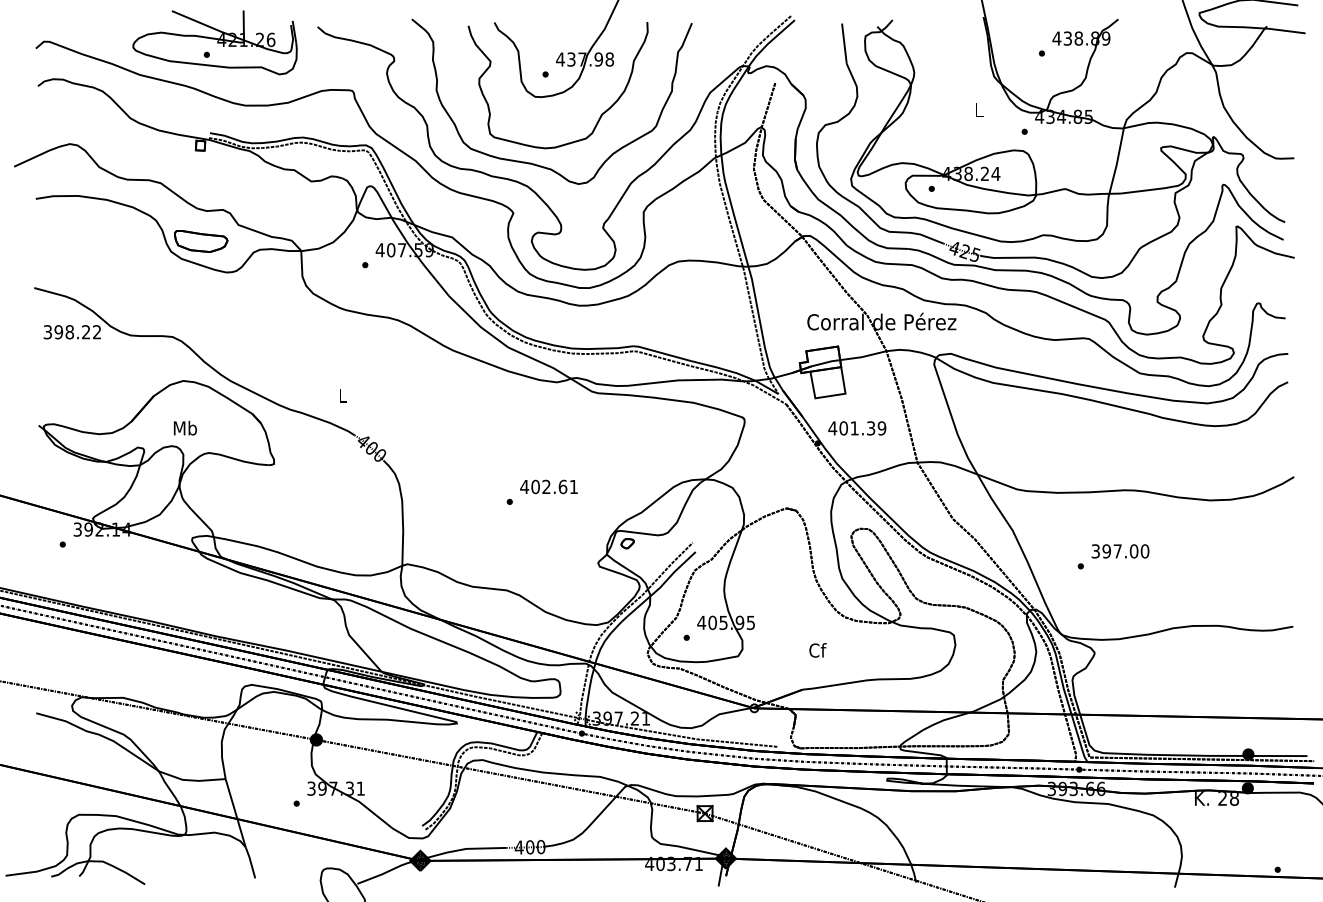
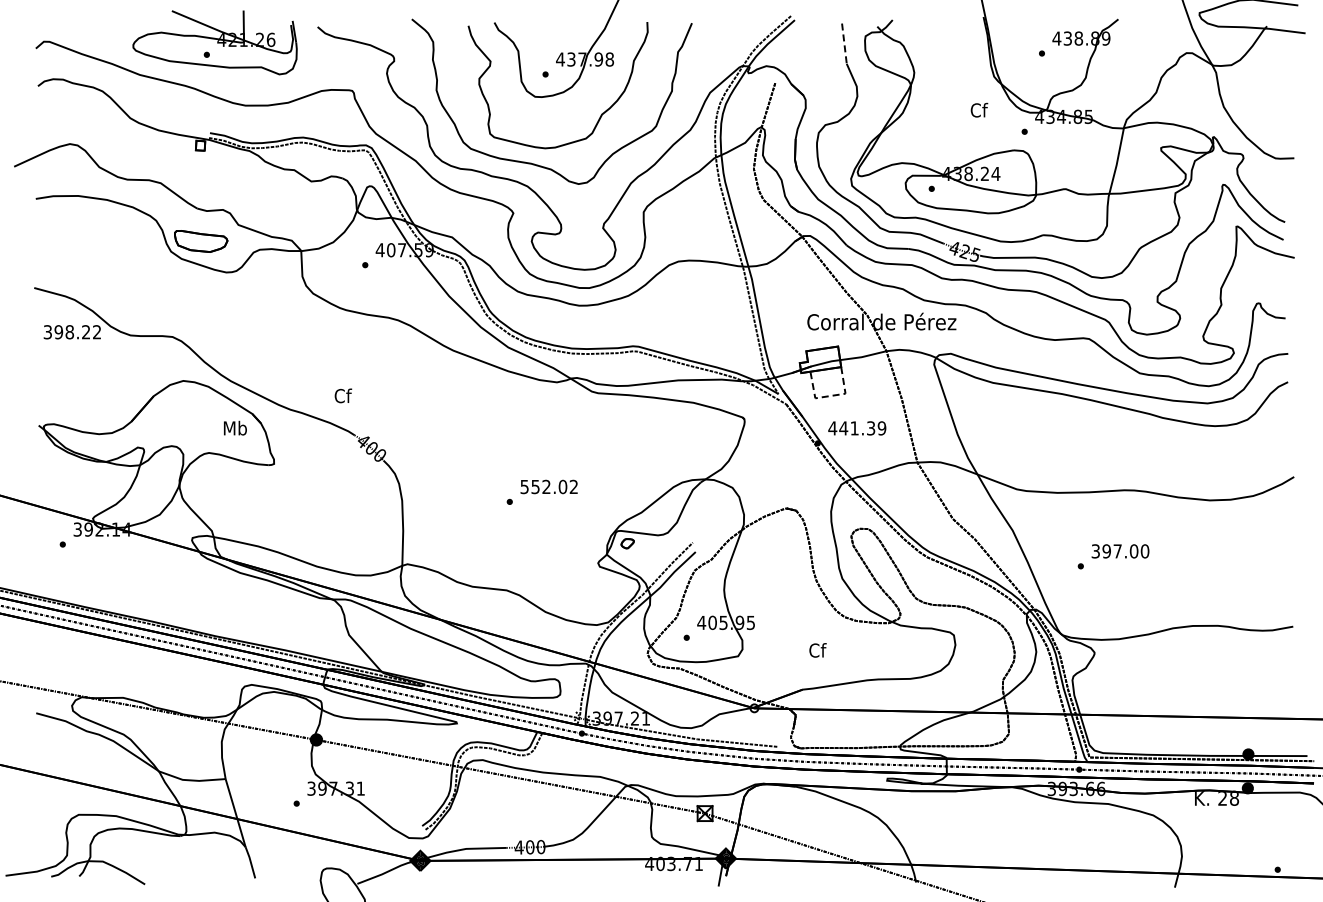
line at (844, 44): solid -> dashed
text at (979, 109): L -> Cf
text at (343, 395): L -> Cf
line at (829, 396): solid -> dashed
text at (185, 427) position: (185, 427) -> (235, 427)
text at (843, 428): 401.39 -> 441.39
text at (548, 486): 402.61 -> 552.02
